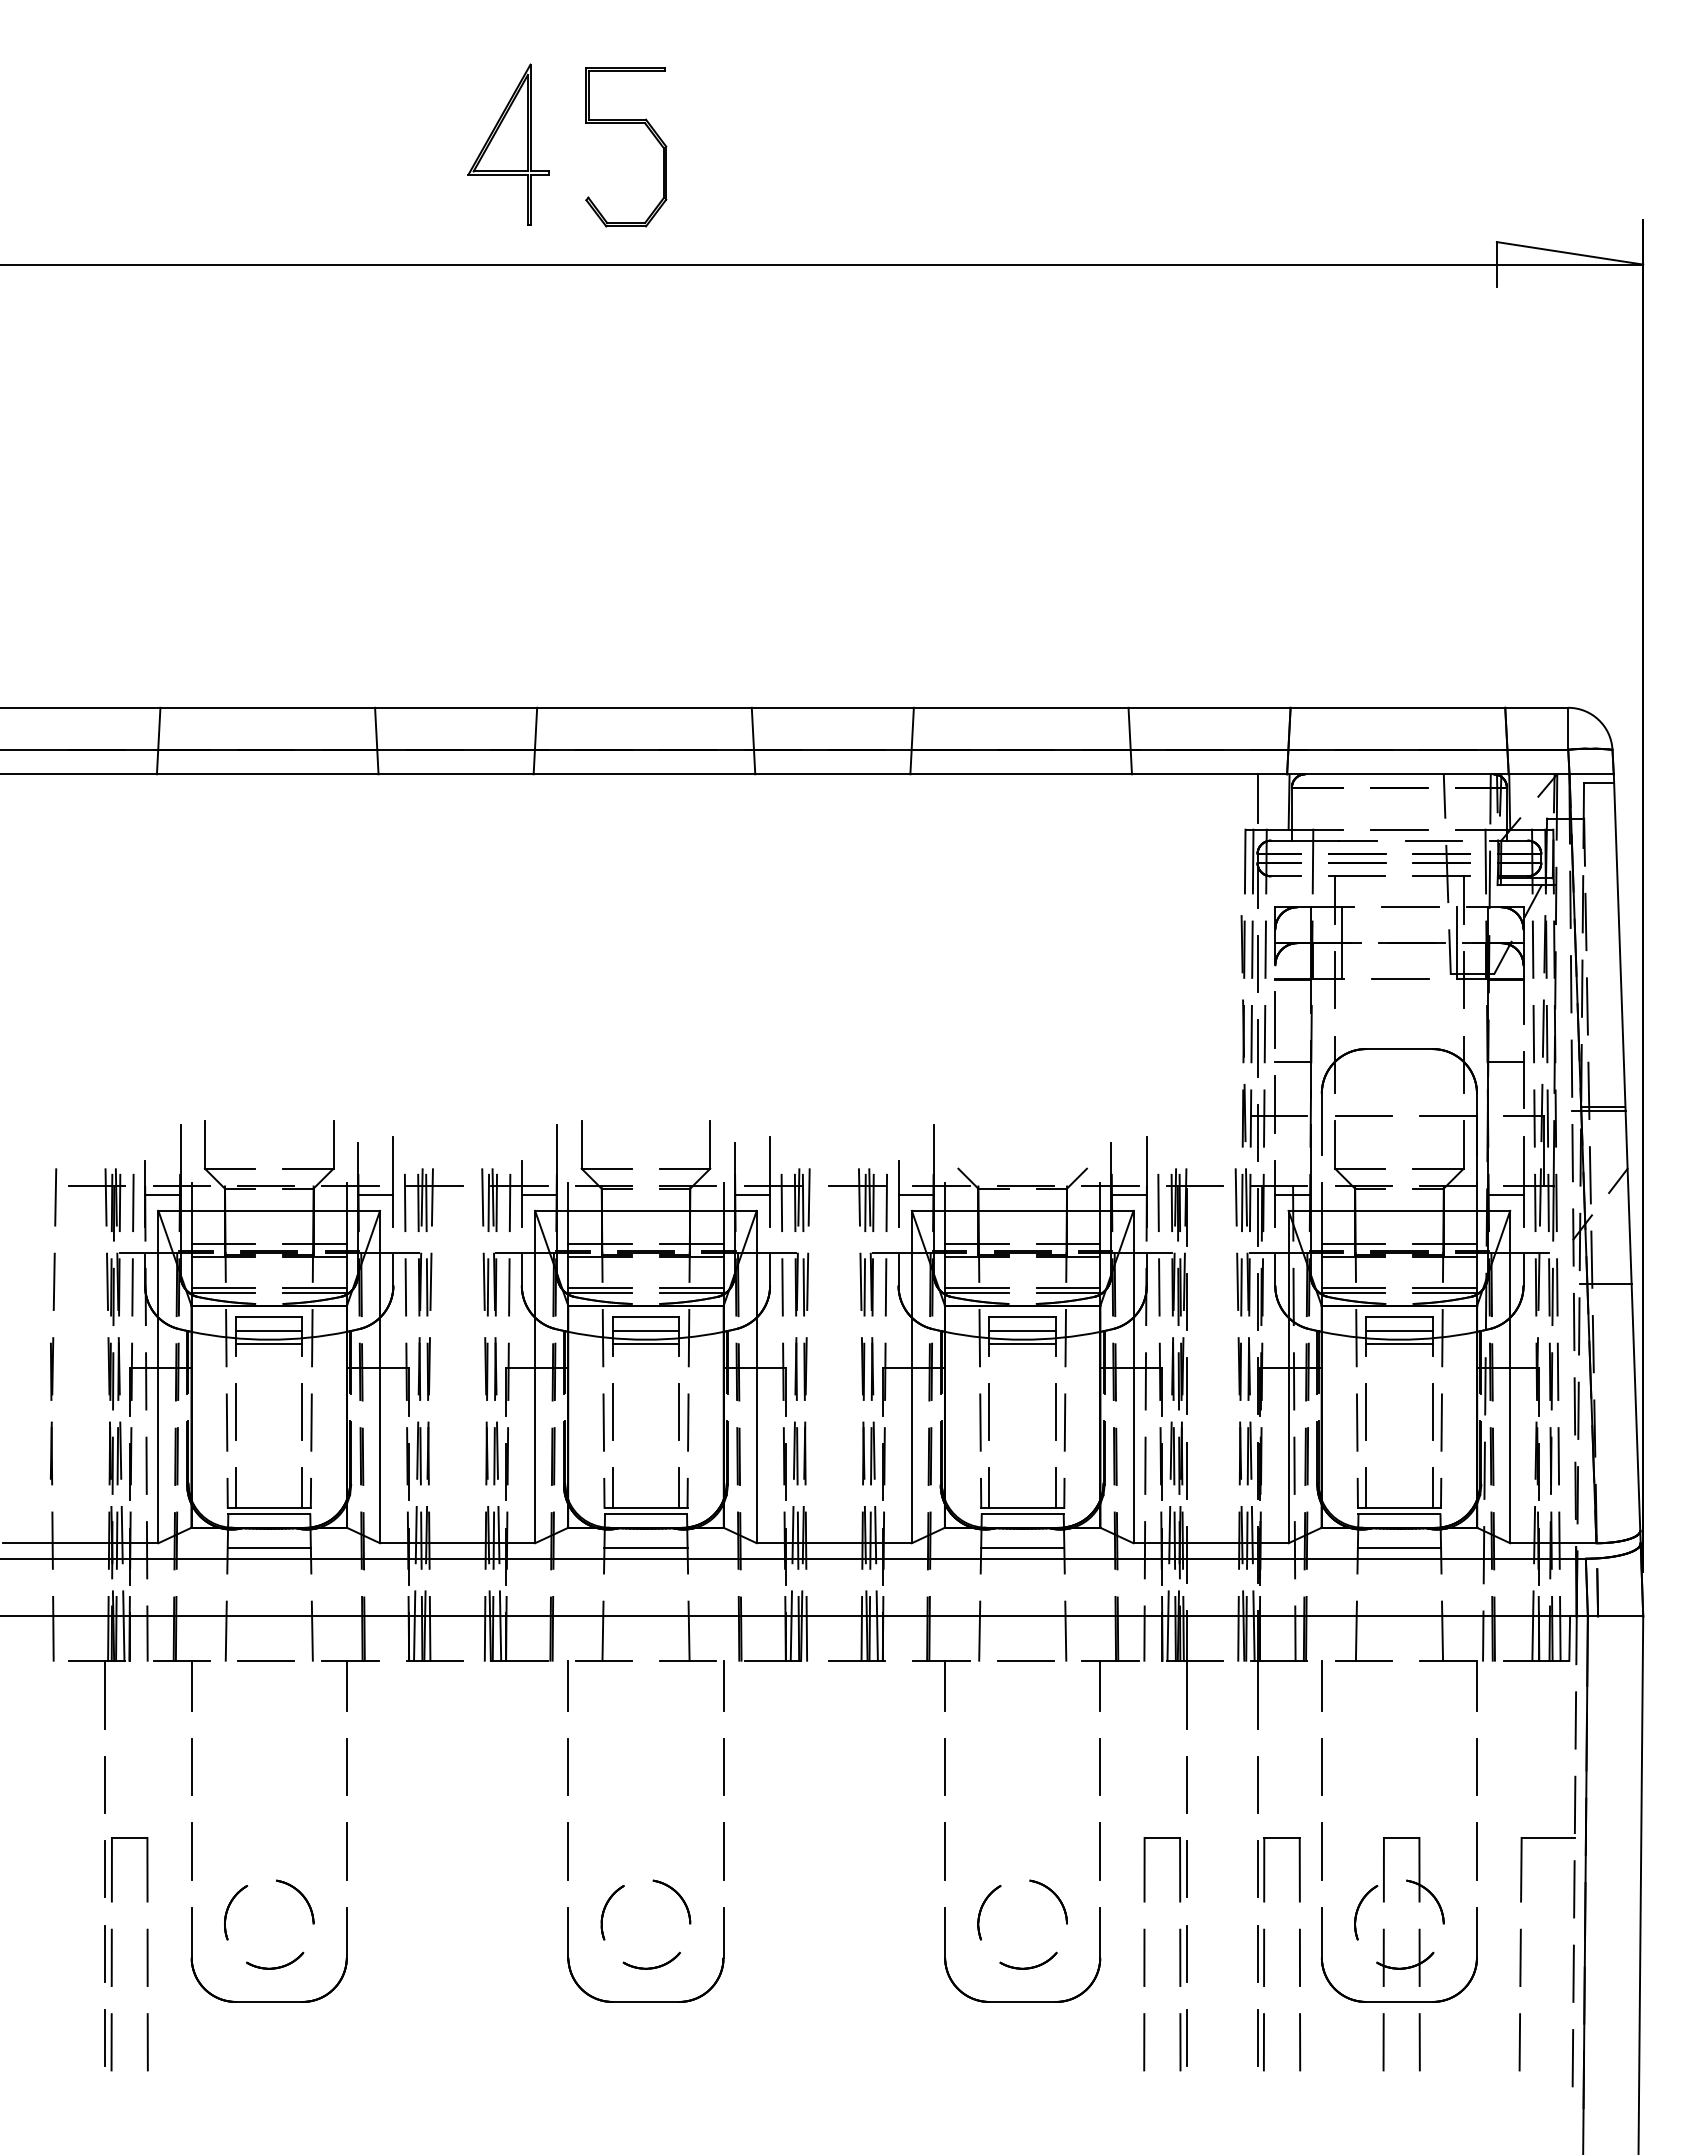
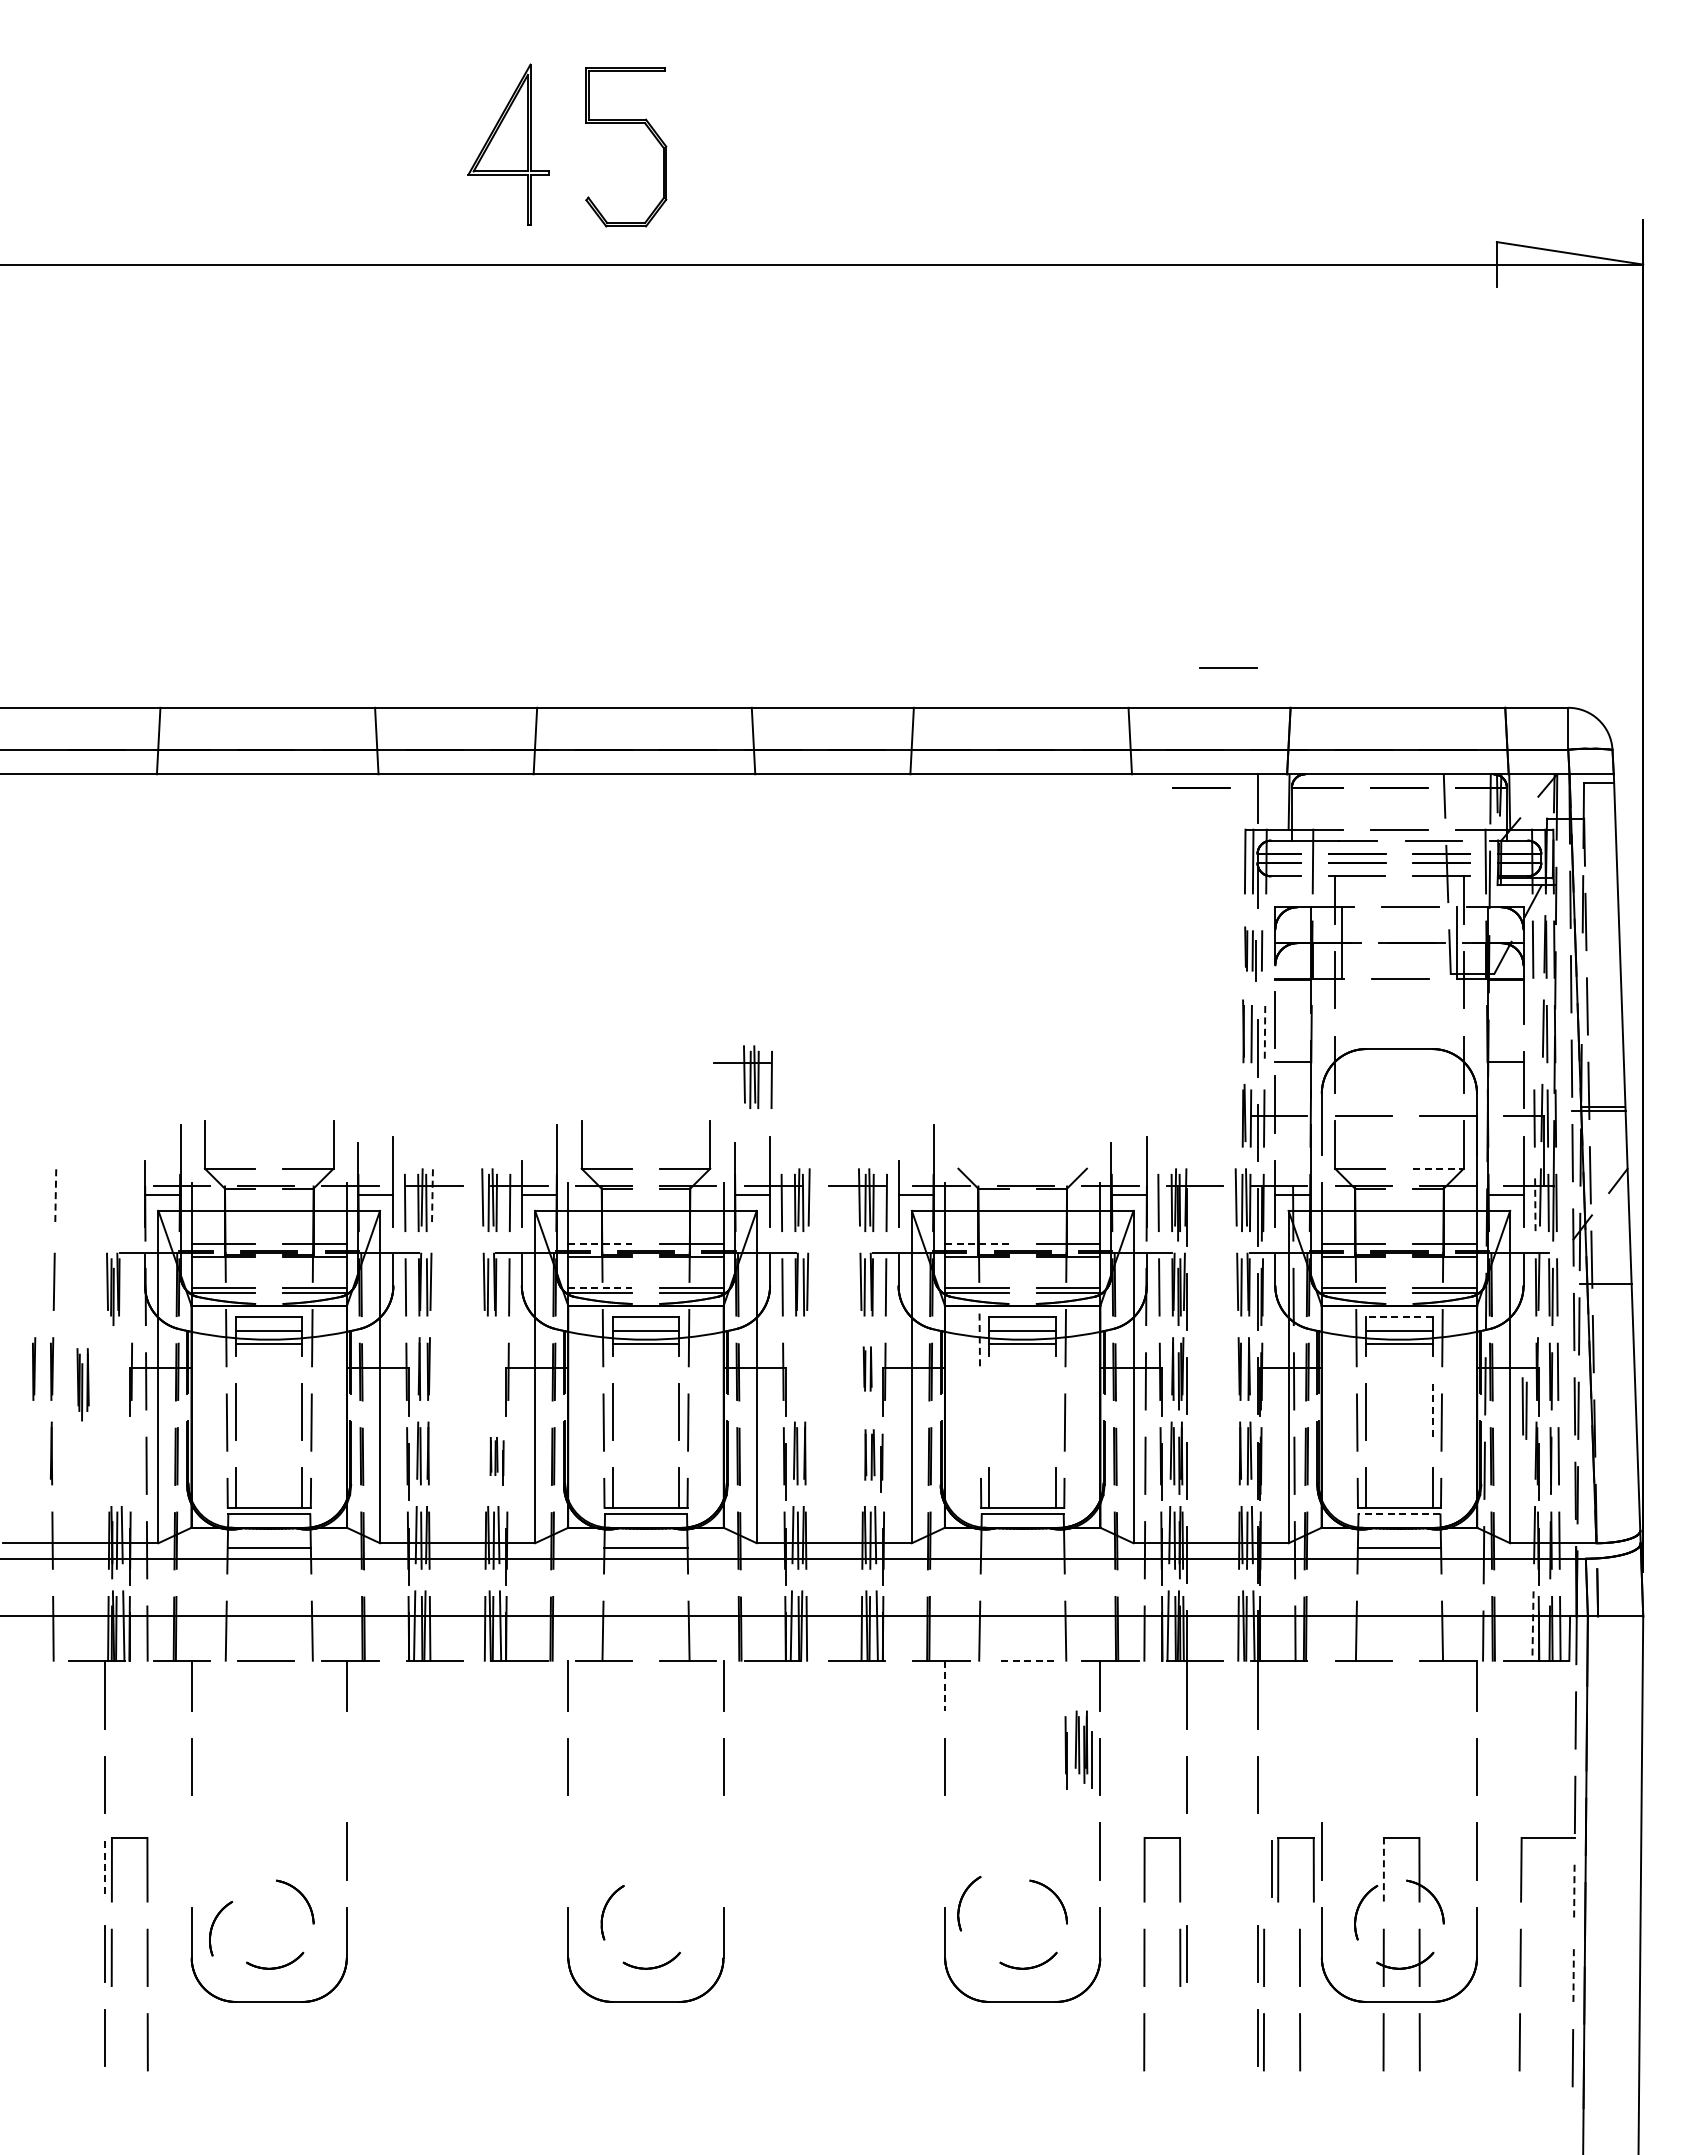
line at (1228, 667): none -> present
line at (1201, 787): none -> present
part at (1253, 953) size: 27x78 px -> 20x56 px
line at (1581, 988): present -> none
line at (1264, 1034): solid -> dashed
line at (1533, 1034): present -> none
part at (742, 1076): none -> present
line at (1439, 1168): solid -> dashed
line at (55, 1197): solid -> dashed
line at (432, 1197): solid -> dashed
line at (1535, 1202): solid -> dashed
part at (101, 1204): present -> none
line at (600, 1244): solid -> dashed
line at (976, 1244): solid -> dashed
line at (132, 1287): present -> none
line at (600, 1288): solid -> dashed
line at (1398, 1316): solid -> dashed
line at (979, 1337): solid -> dashed
line at (34, 1368): none -> present
part at (490, 1368): present -> none
part at (800, 1368): present -> none
part at (867, 1368) size: 14x64 px -> 11x46 px
part at (113, 1373) position: (113, 1373) -> (82, 1384)
part at (1524, 1408): none -> present
line at (1055, 1411): present -> none
line at (1432, 1412): solid -> dashed
part at (984, 1417): present -> none
part at (120, 1460): present -> none
part at (496, 1460) size: 24x80 px -> 16x49 px
part at (873, 1460) size: 24x80 px -> 20x64 px
line at (1399, 1514): solid -> dashed
line at (1022, 1548): present -> none
line at (1532, 1626): solid -> dashed
line at (1025, 1660): solid -> dashed
line at (945, 1685): solid -> dashed
line at (1321, 1685): present -> none
part at (1078, 1749): none -> present
line at (346, 1766): present -> none
line at (1321, 1766): present -> none
line at (191, 1851): present -> none
line at (567, 1851): present -> none
line at (723, 1851): present -> none
line at (944, 1851): present -> none
line at (105, 1869): solid -> dashed
line at (1186, 1869): present -> none
part at (1265, 1869) position: (1265, 1869) -> (1279, 1869)
line at (1383, 1869): solid -> dashed
line at (1574, 1888): solid -> dashed
part at (678, 1896): present -> none
part at (982, 1909) position: (982, 1909) -> (962, 1900)
part at (228, 1910) position: (228, 1910) -> (213, 1926)
line at (1573, 1973): solid -> dashed
line at (1186, 2037): present -> none
line at (111, 2042): present -> none
line at (1180, 2042): present -> none
